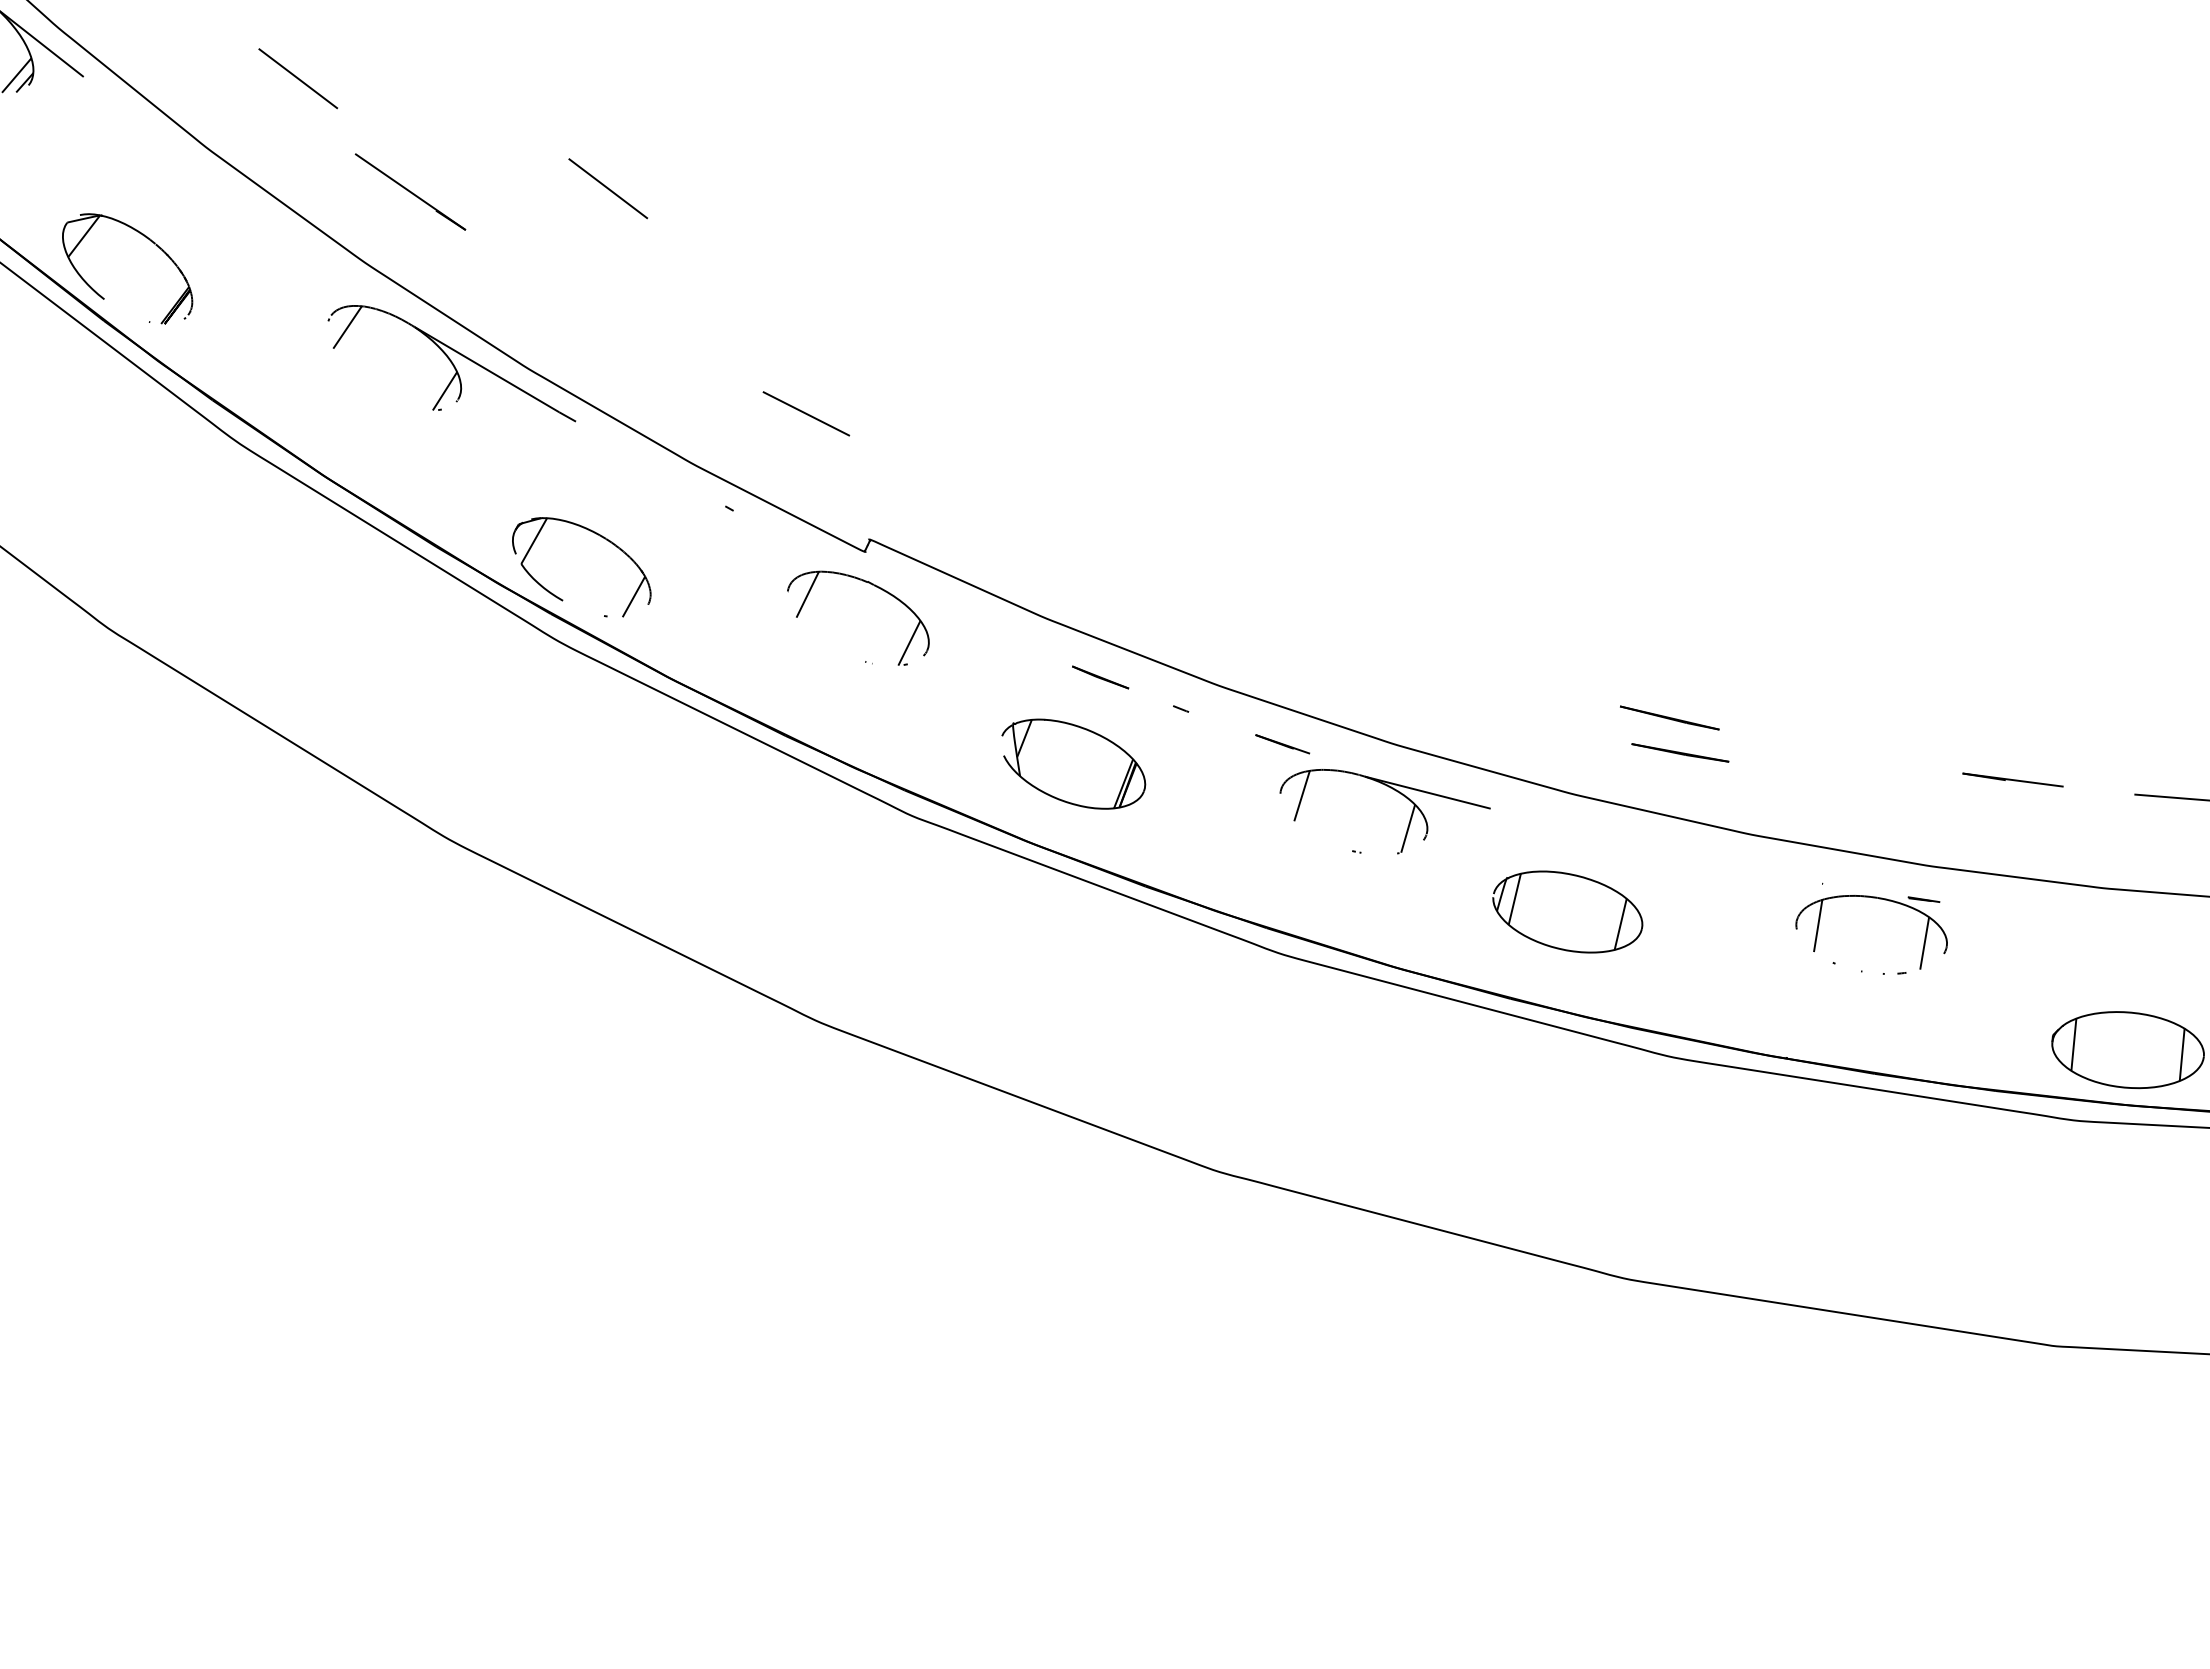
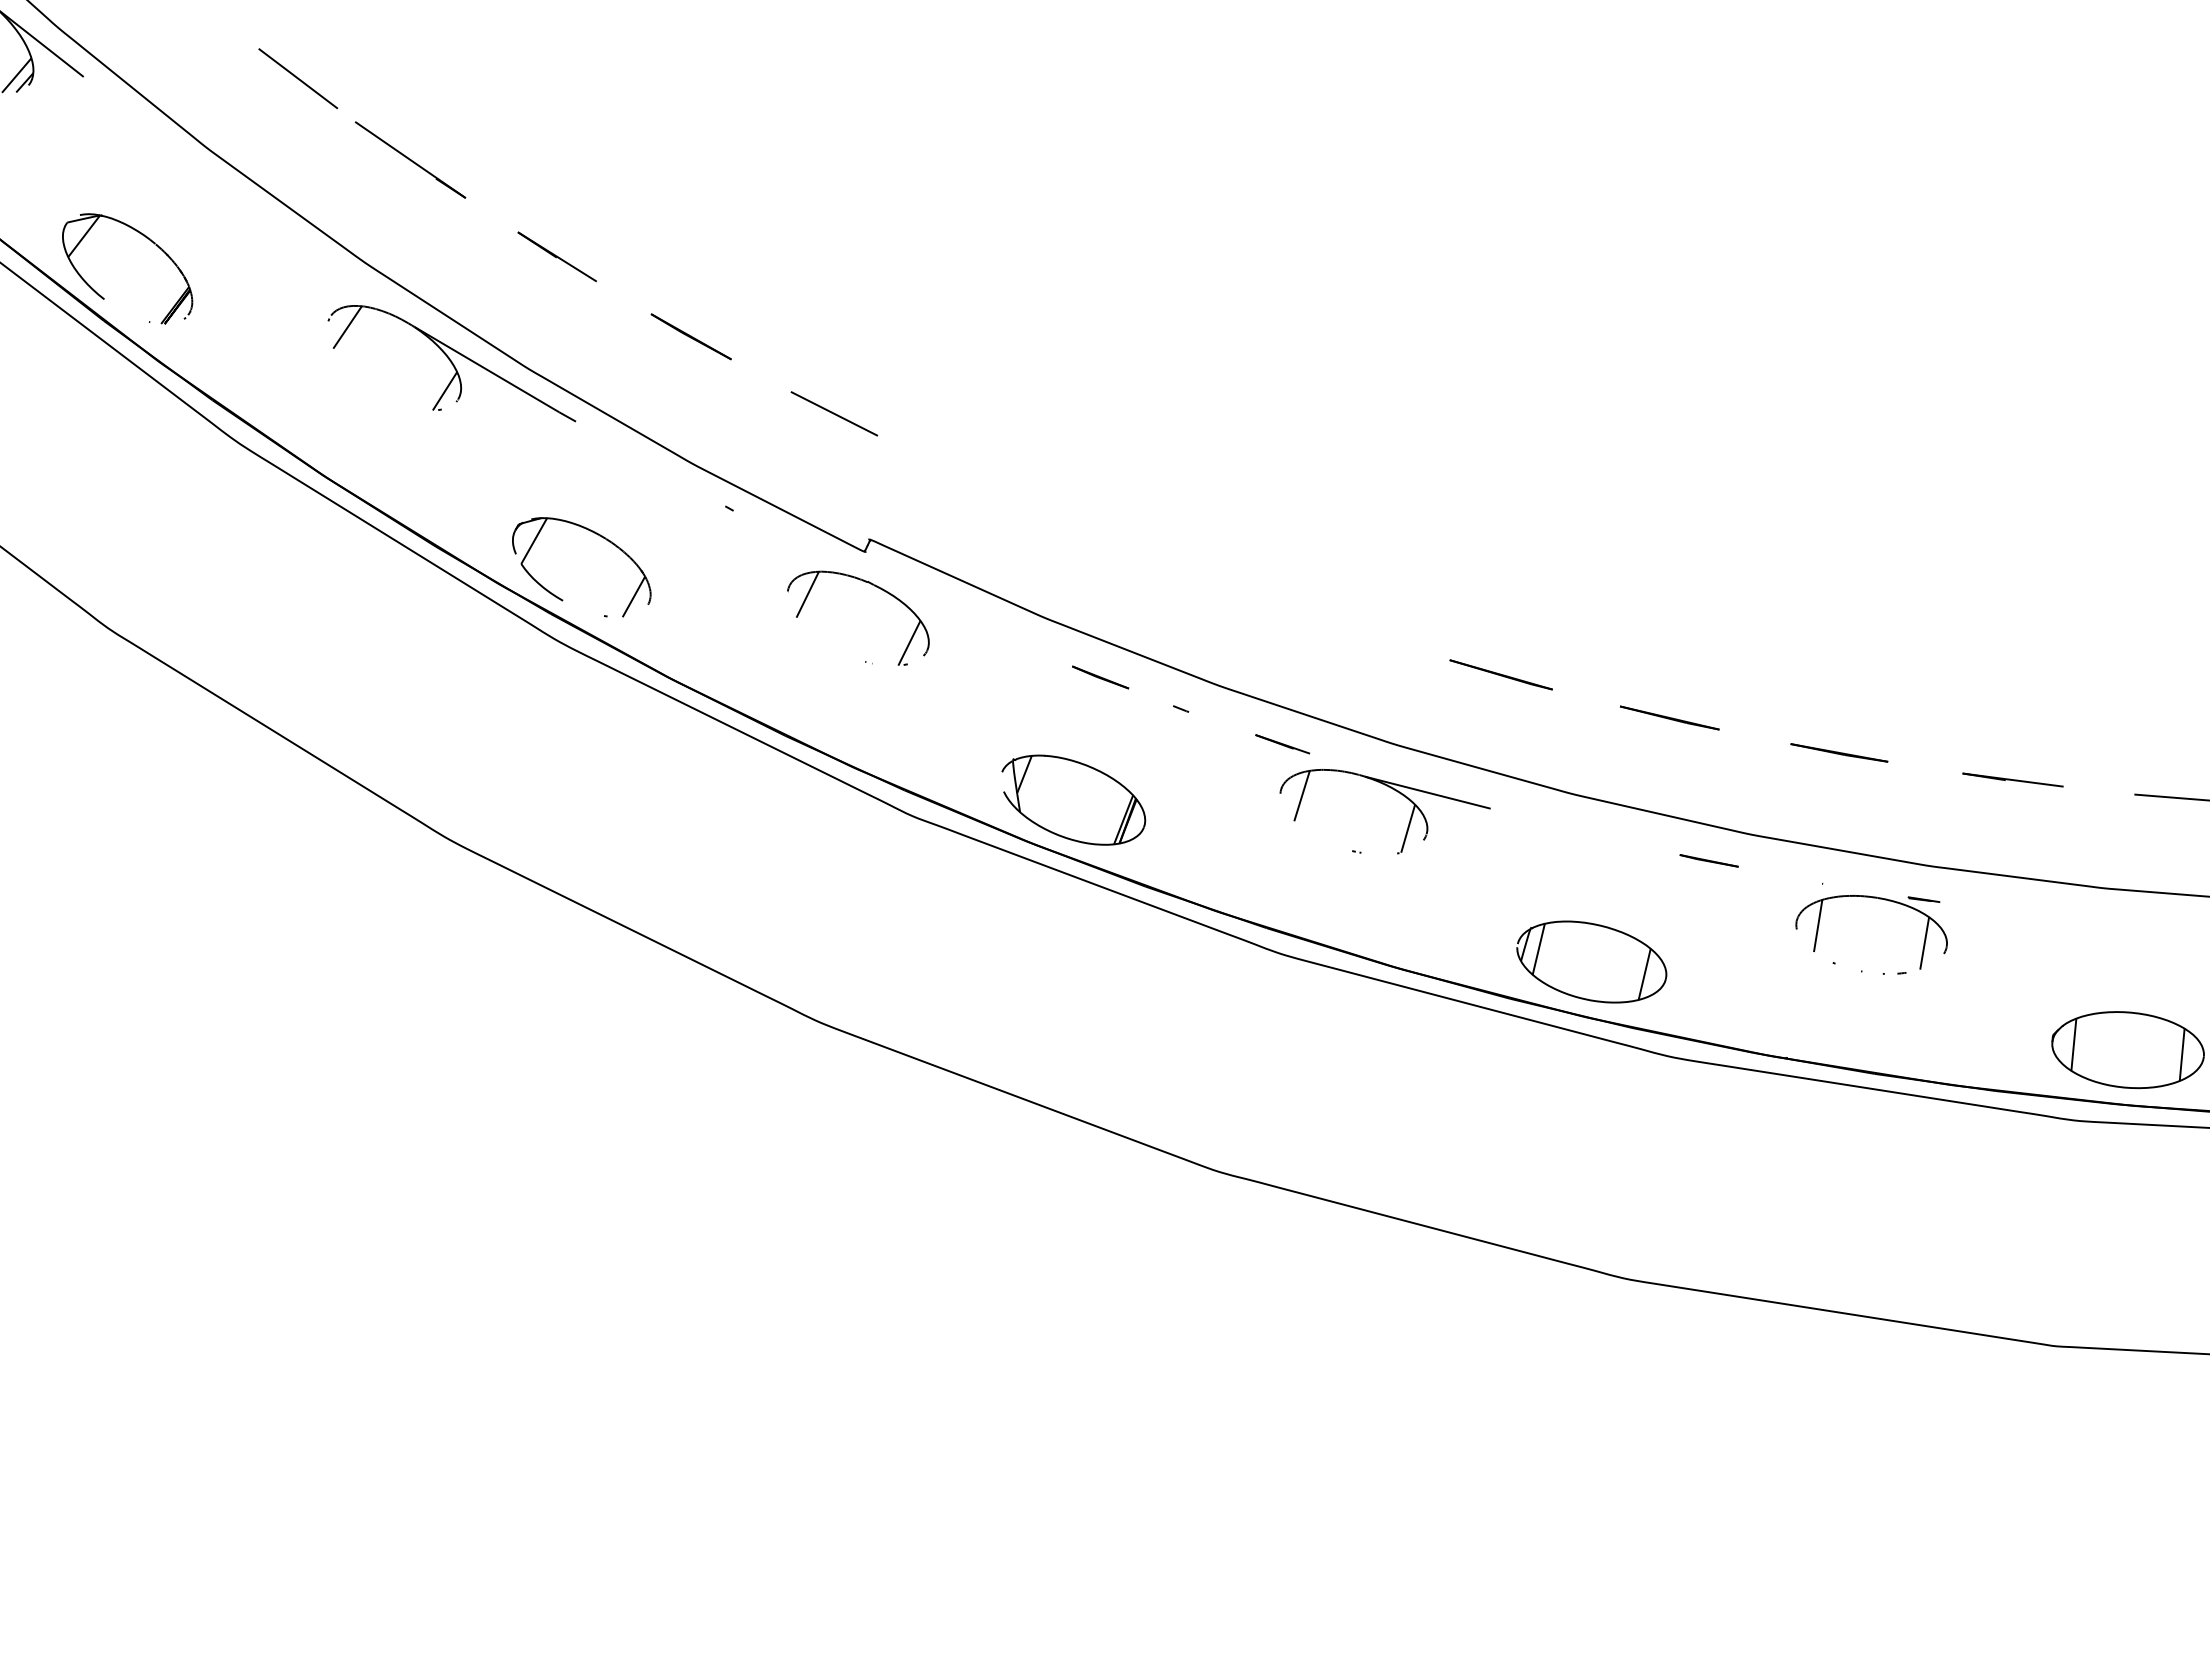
line at (607, 188): present -> none
line at (410, 191) position: (410, 191) -> (410, 159)
line at (556, 256): none -> present
line at (690, 336): none -> present
line at (806, 413) position: (806, 413) -> (834, 413)
line at (1500, 674): none -> present
line at (1680, 752) position: (1680, 752) -> (1839, 752)
part at (1073, 763) position: (1073, 763) -> (1073, 799)
line at (1708, 860): none -> present
part at (1567, 911) position: (1567, 911) -> (1591, 961)
